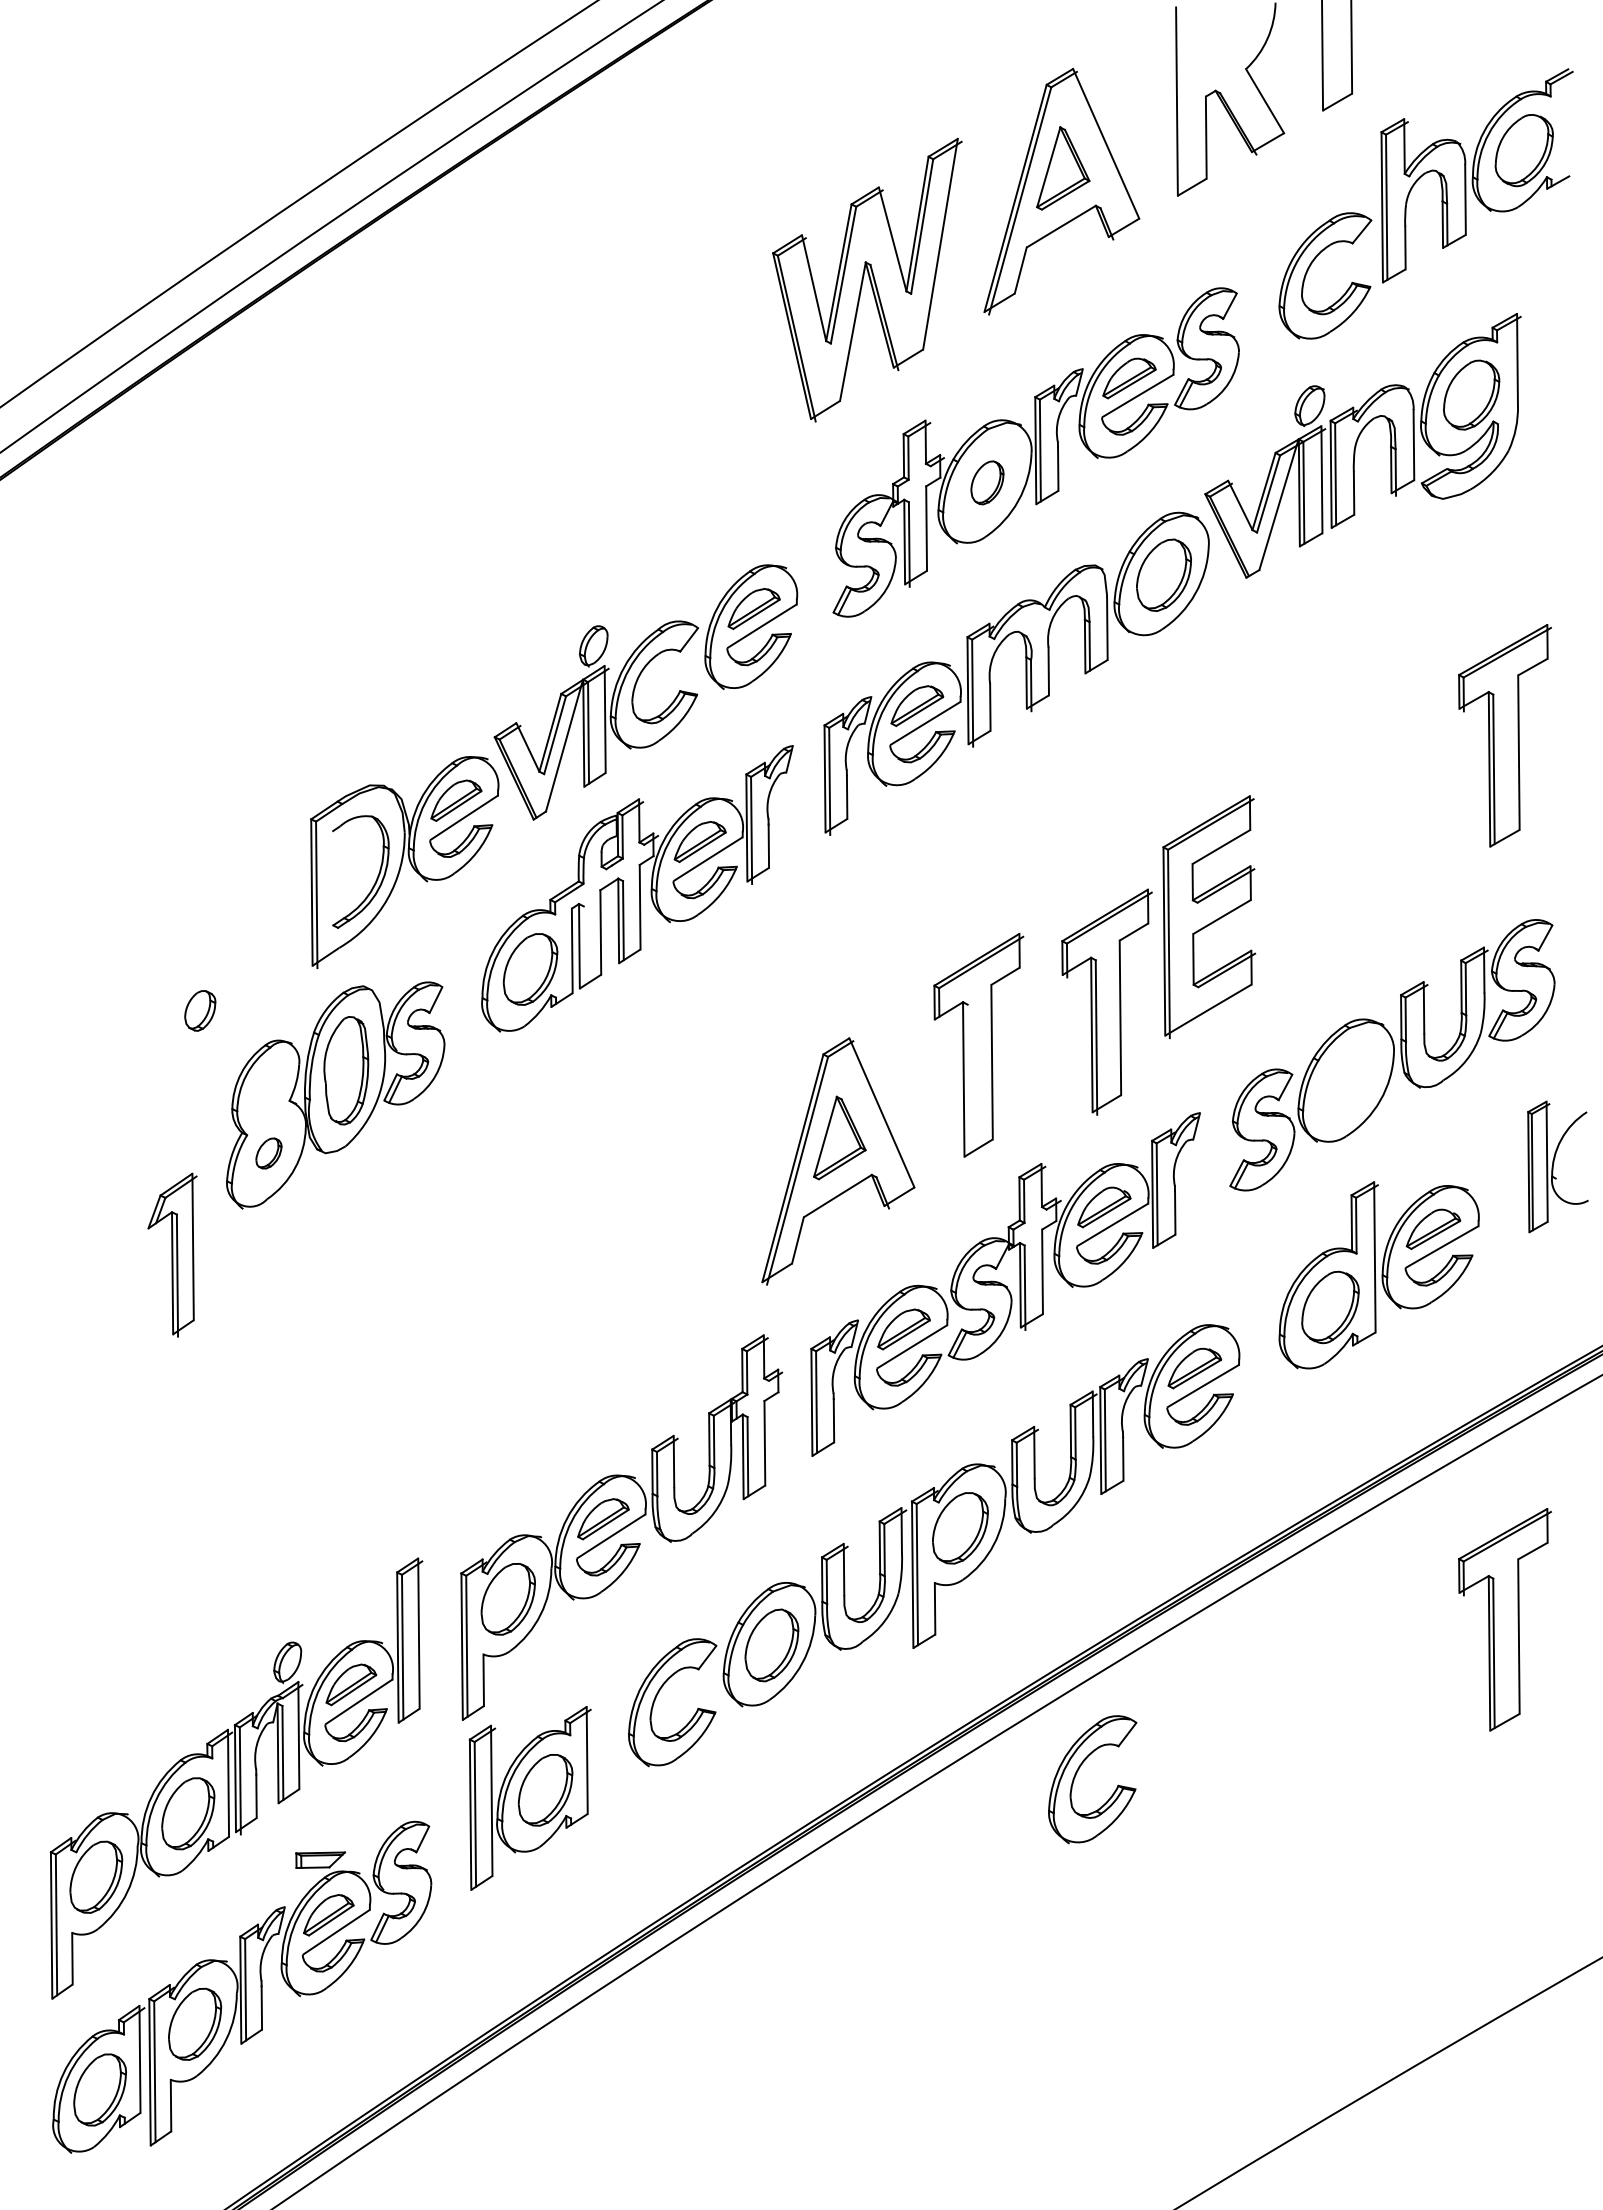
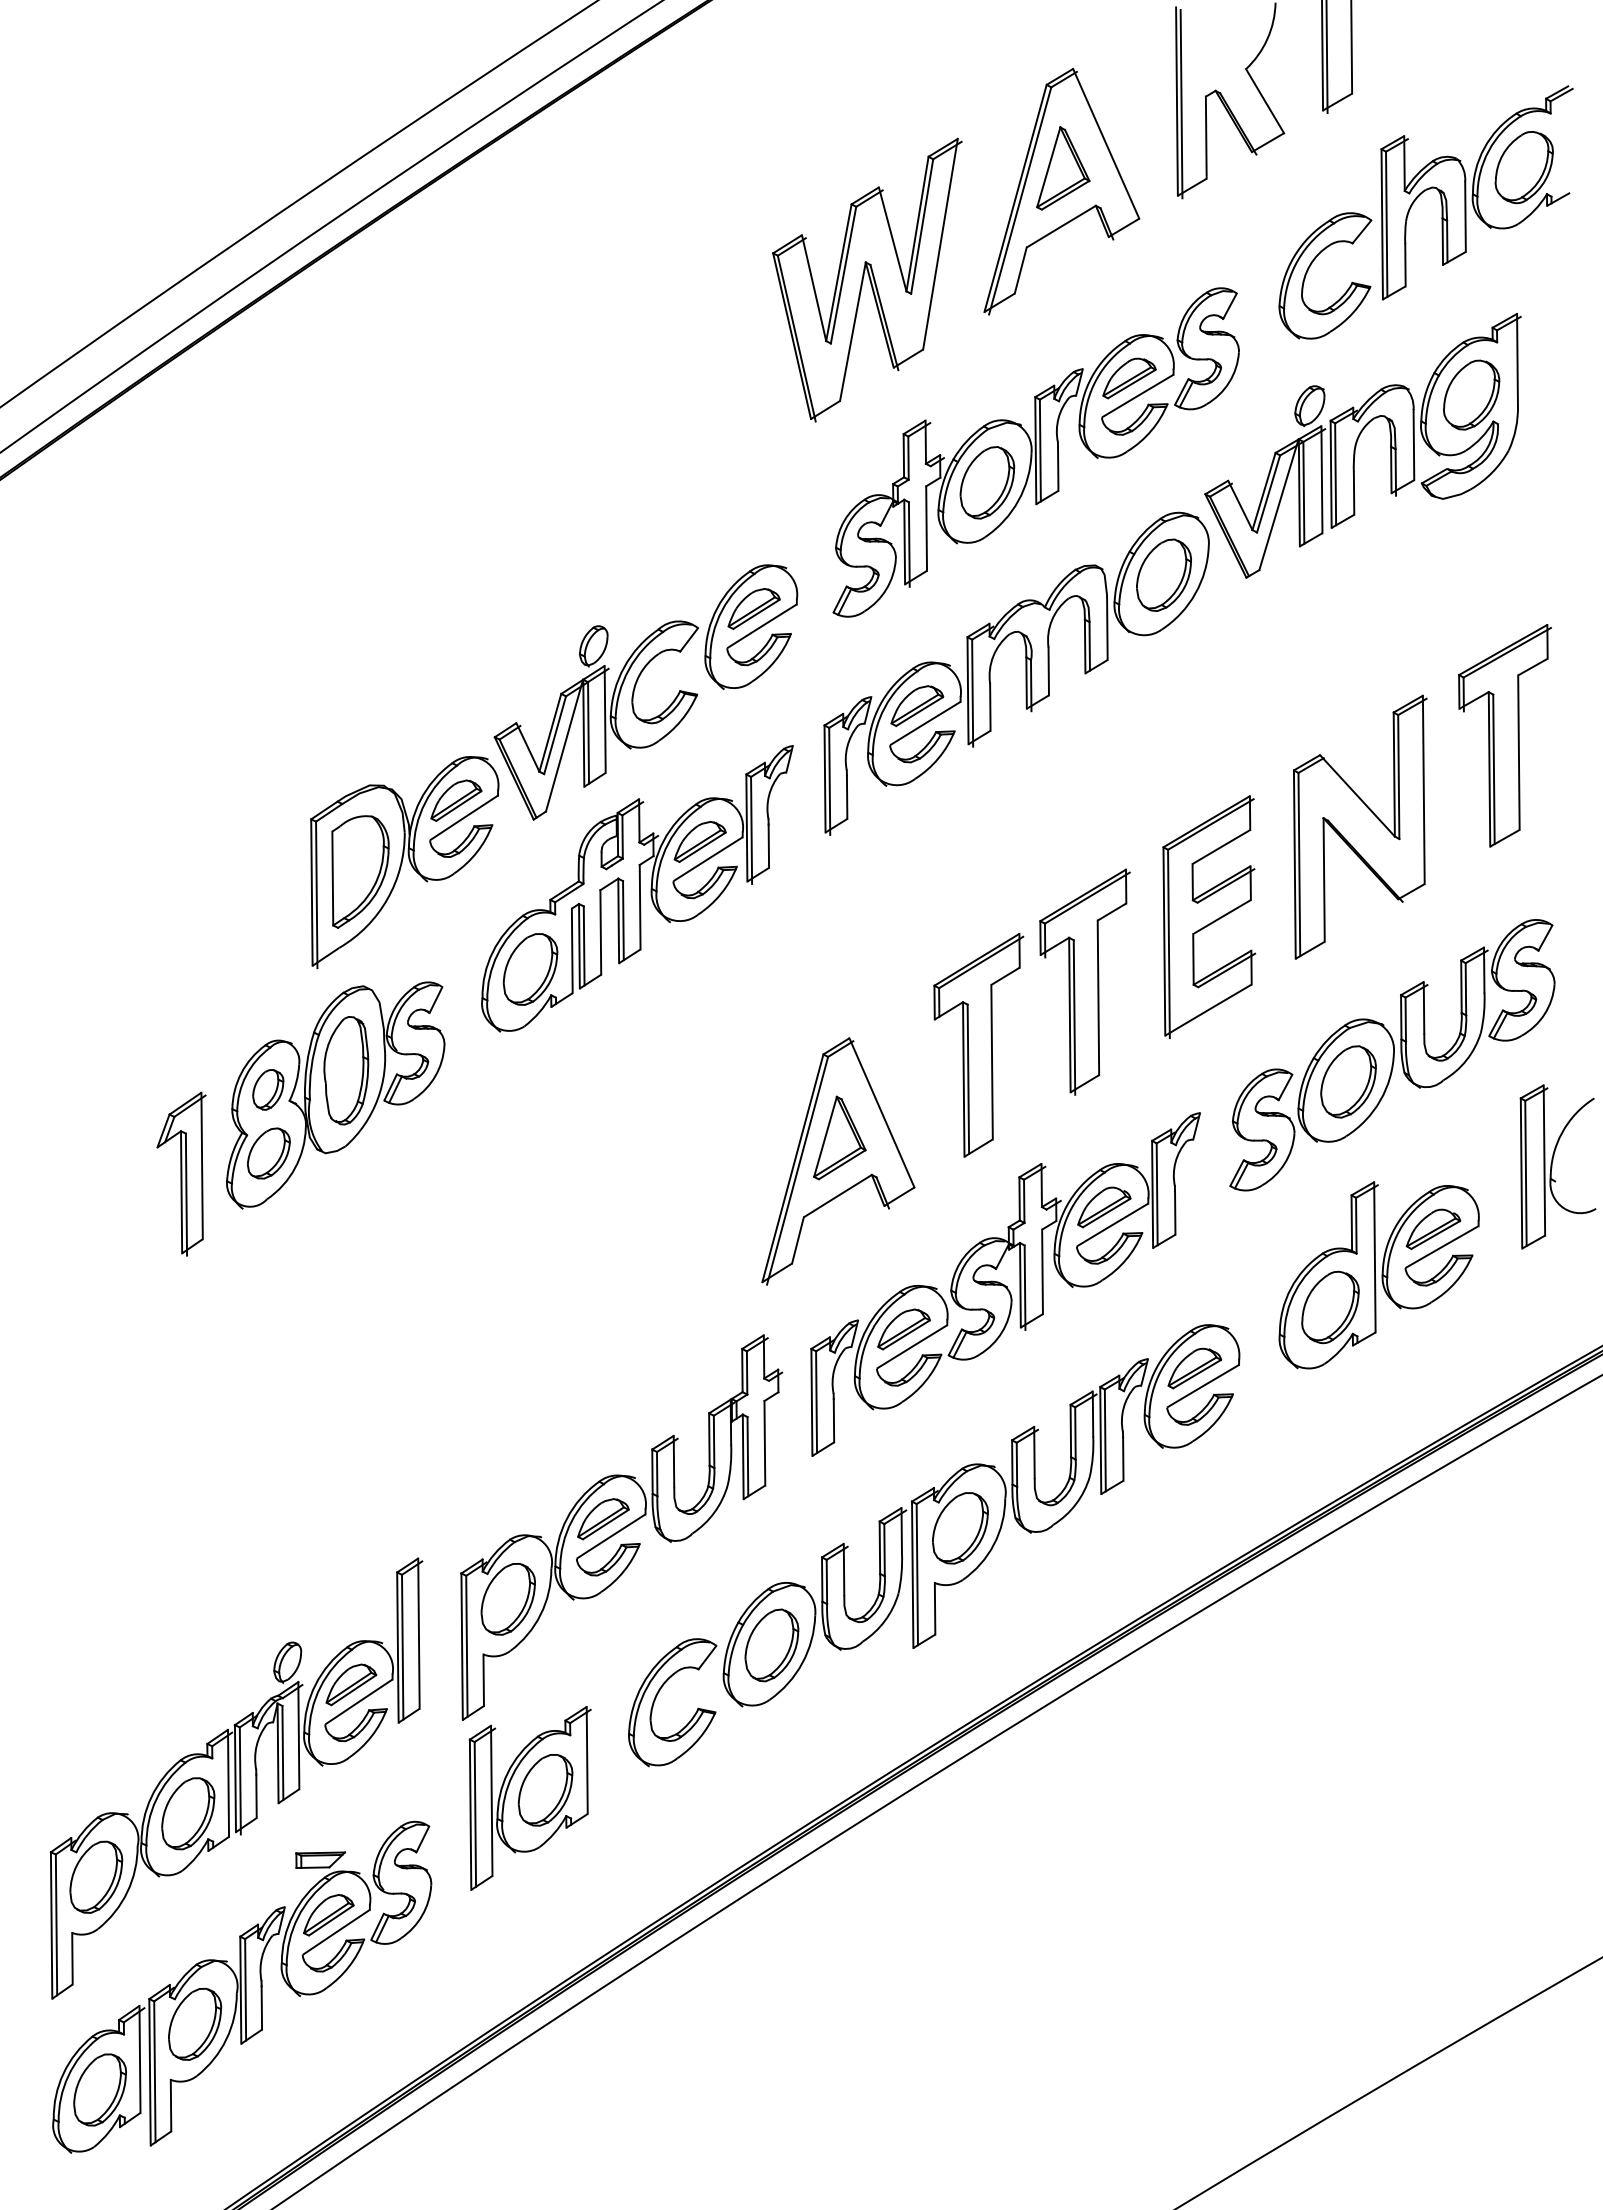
line at (1326, 57): none -> present
line at (1181, 103): none -> present
part at (1476, 175) position: (1476, 175) -> (1476, 192)
part at (987, 482) size: 35x46 px -> 57x74 px
part at (1359, 826): none -> present
line at (332, 878): none -> present
line at (583, 945): none -> present
part at (1106, 1001) position: (1106, 1001) -> (1084, 981)
part at (200, 1010) position: (200, 1010) -> (268, 1089)
line at (968, 1078): none -> present
part at (1348, 1081): none -> present
part at (268, 1153) size: 28x33 px -> 44x53 px
part at (1557, 1166) size: 62x134 px -> 78x166 px
part at (172, 1254) position: (172, 1254) -> (181, 1173)
part at (1504, 1619): present -> none
part at (1078, 1771): present -> none
